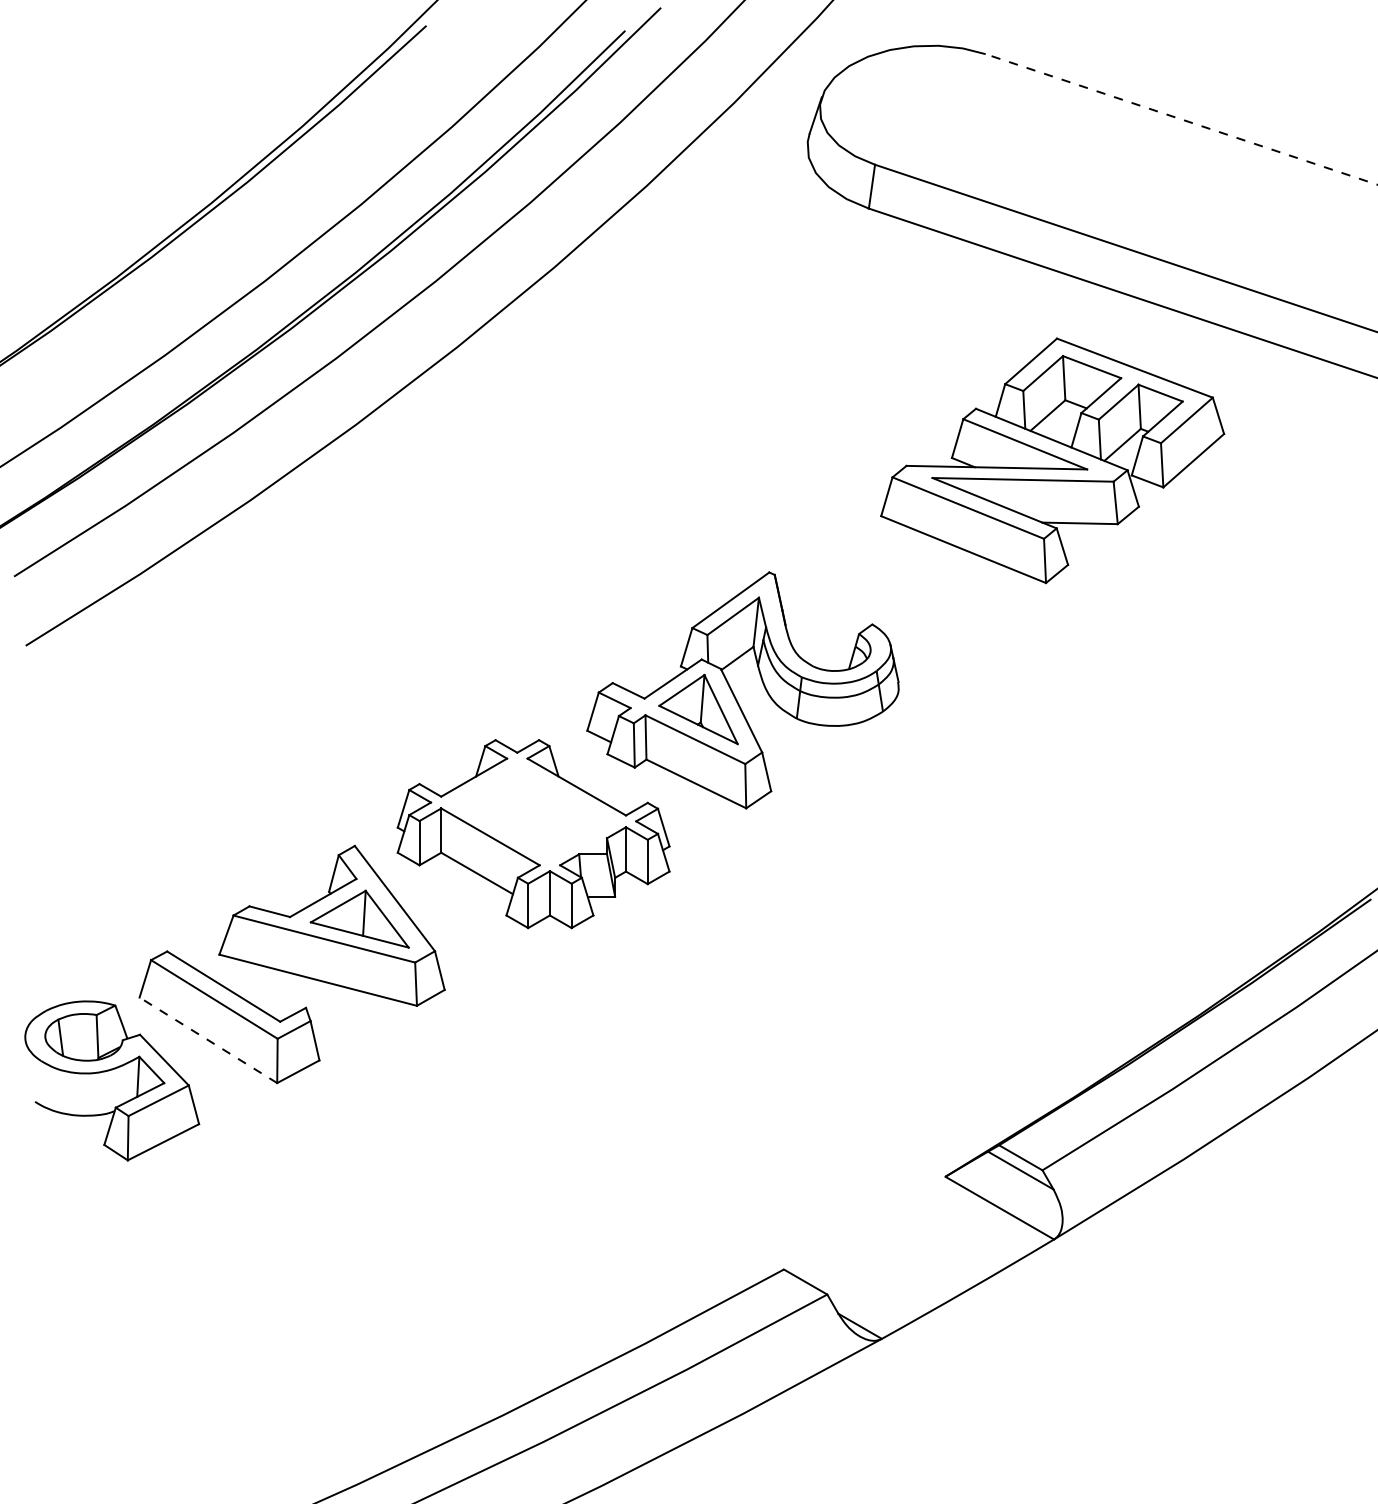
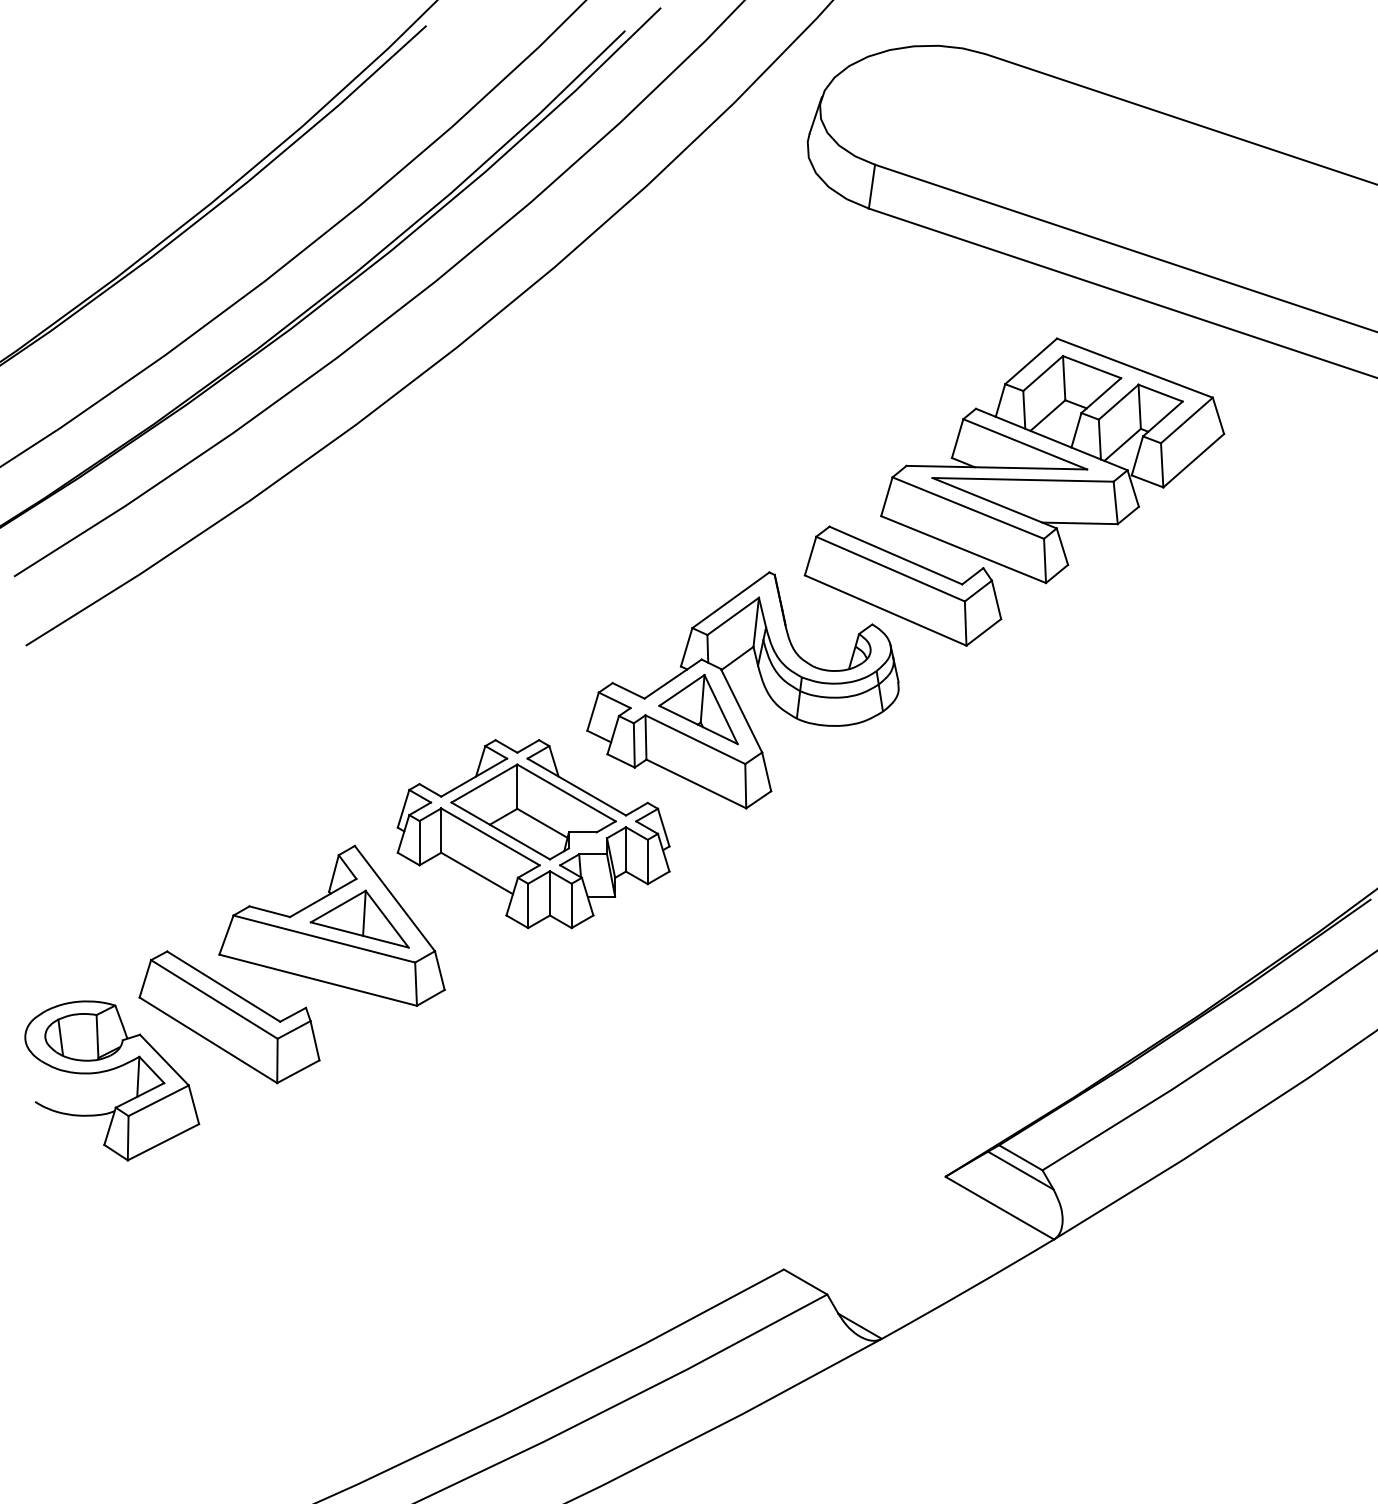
line at (1180, 119): dashed -> solid
part at (902, 585): none -> present
part at (533, 811): none -> present
line at (208, 1040): dashed -> solid
